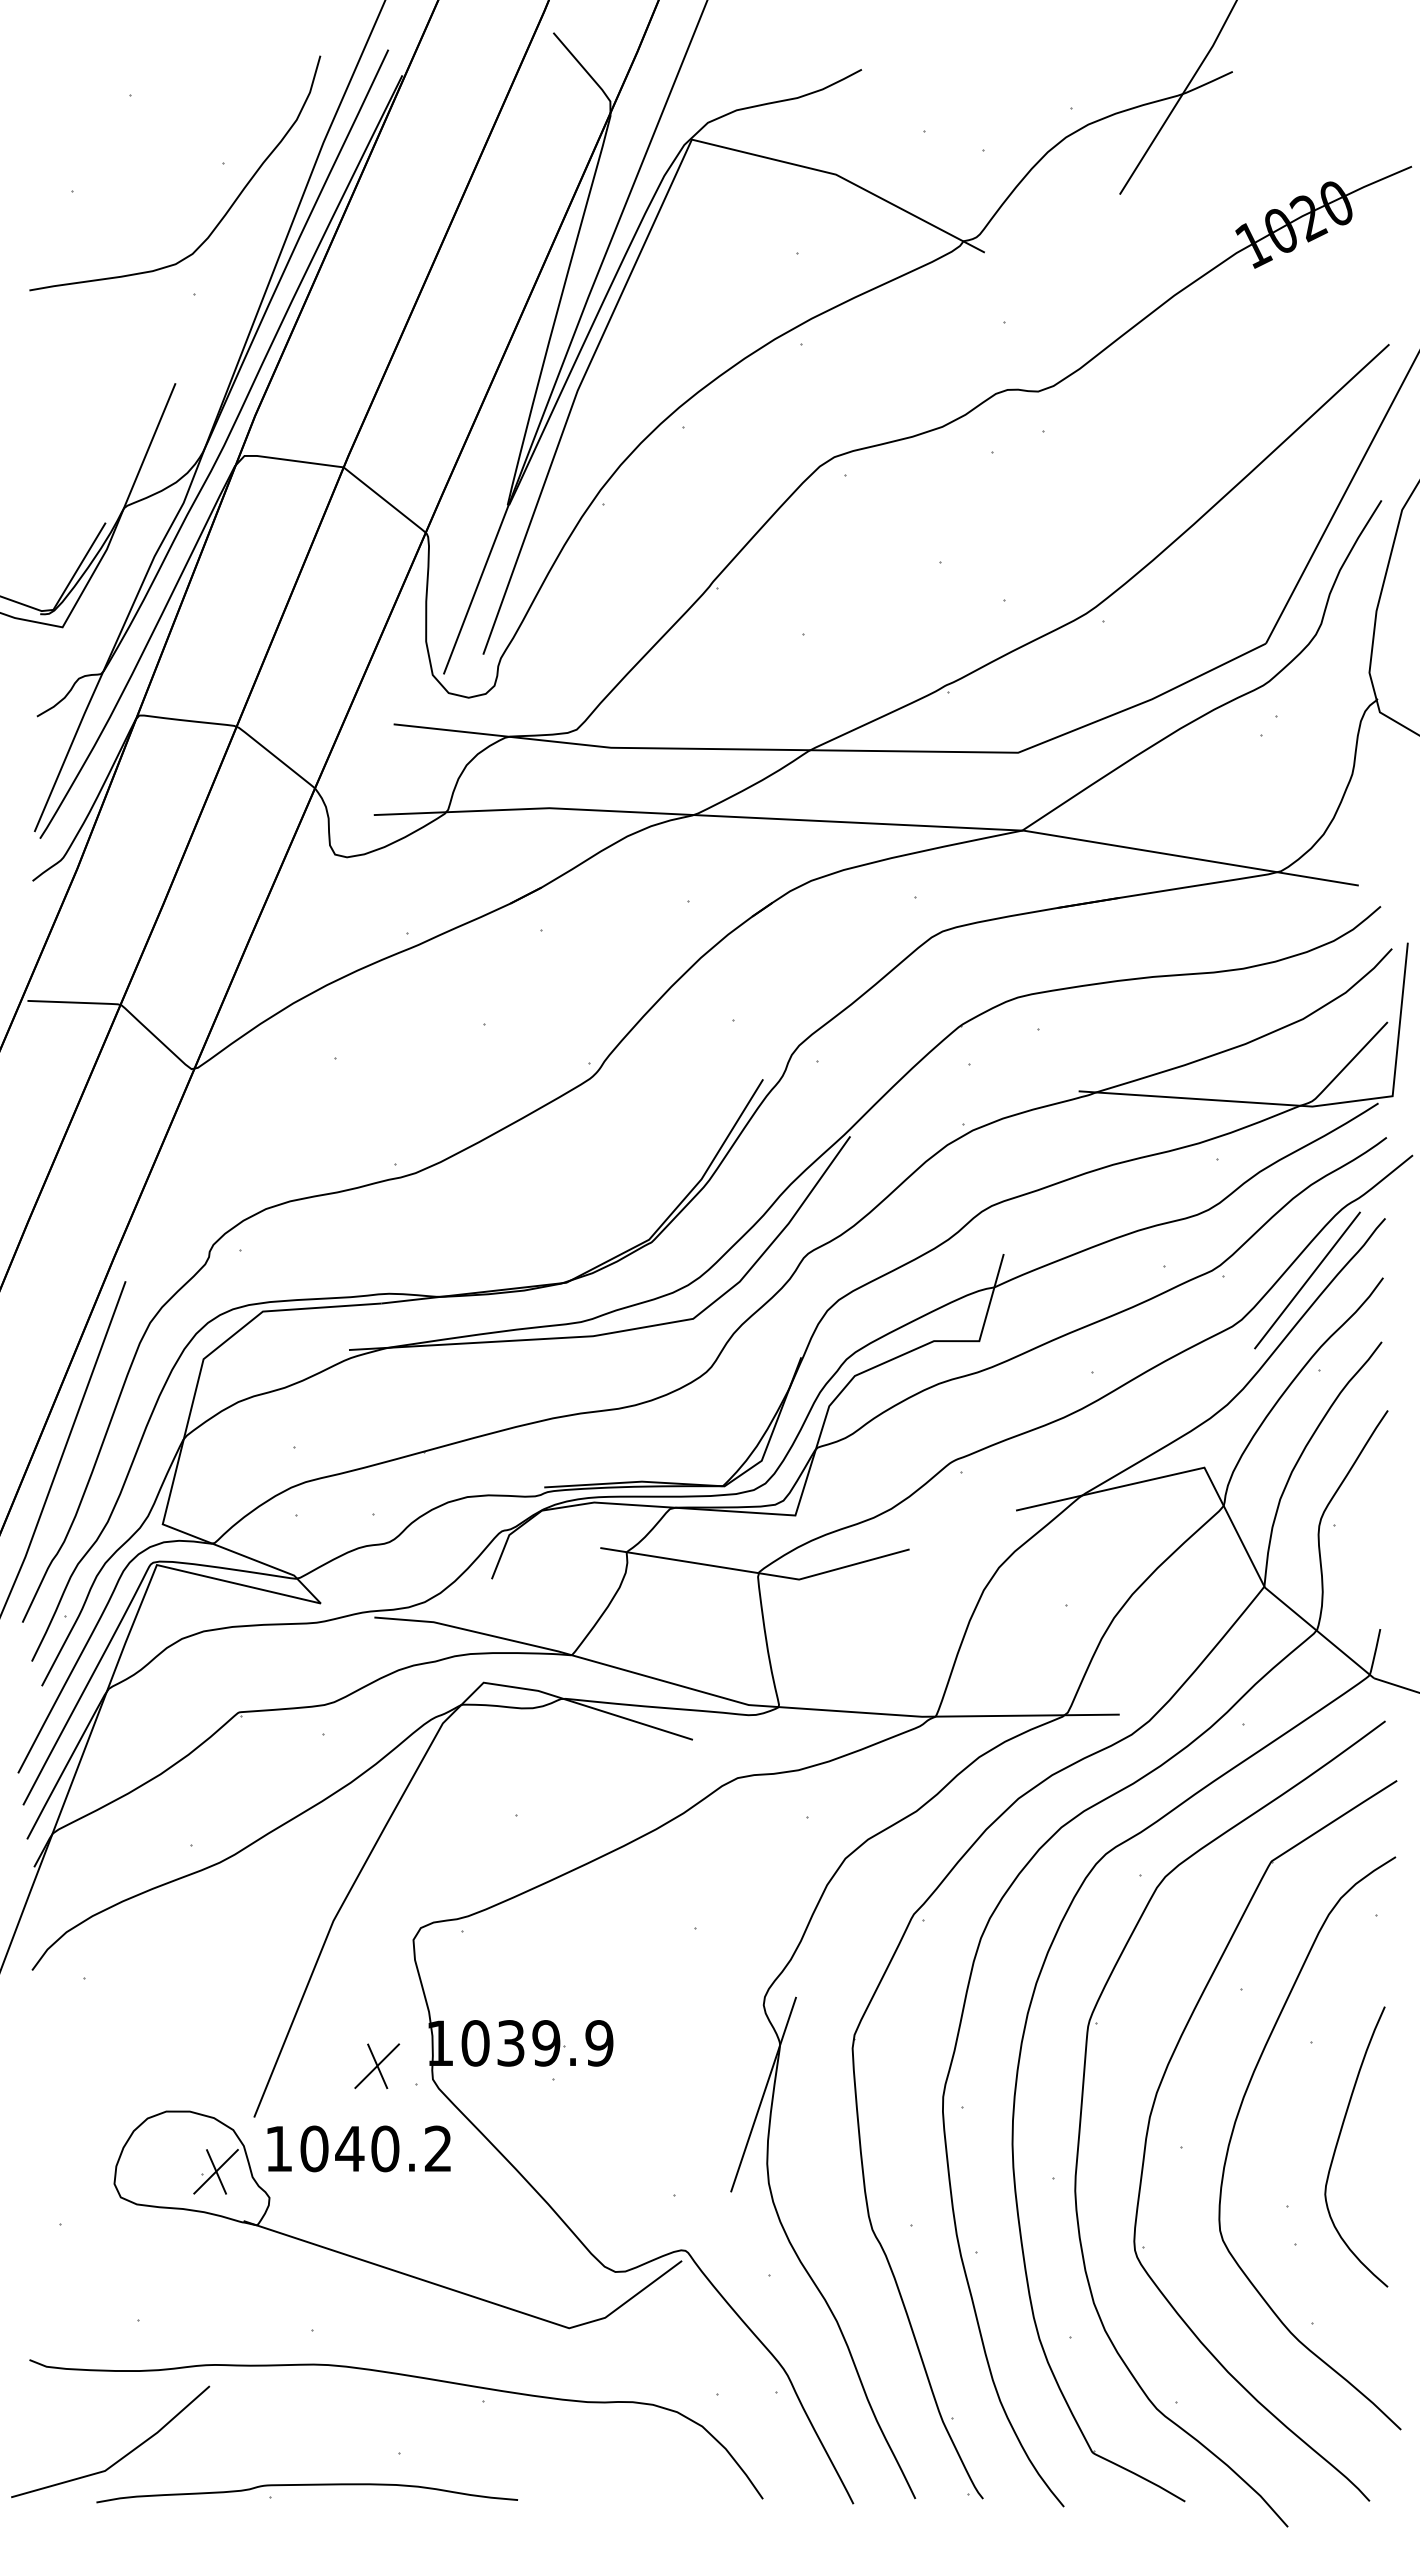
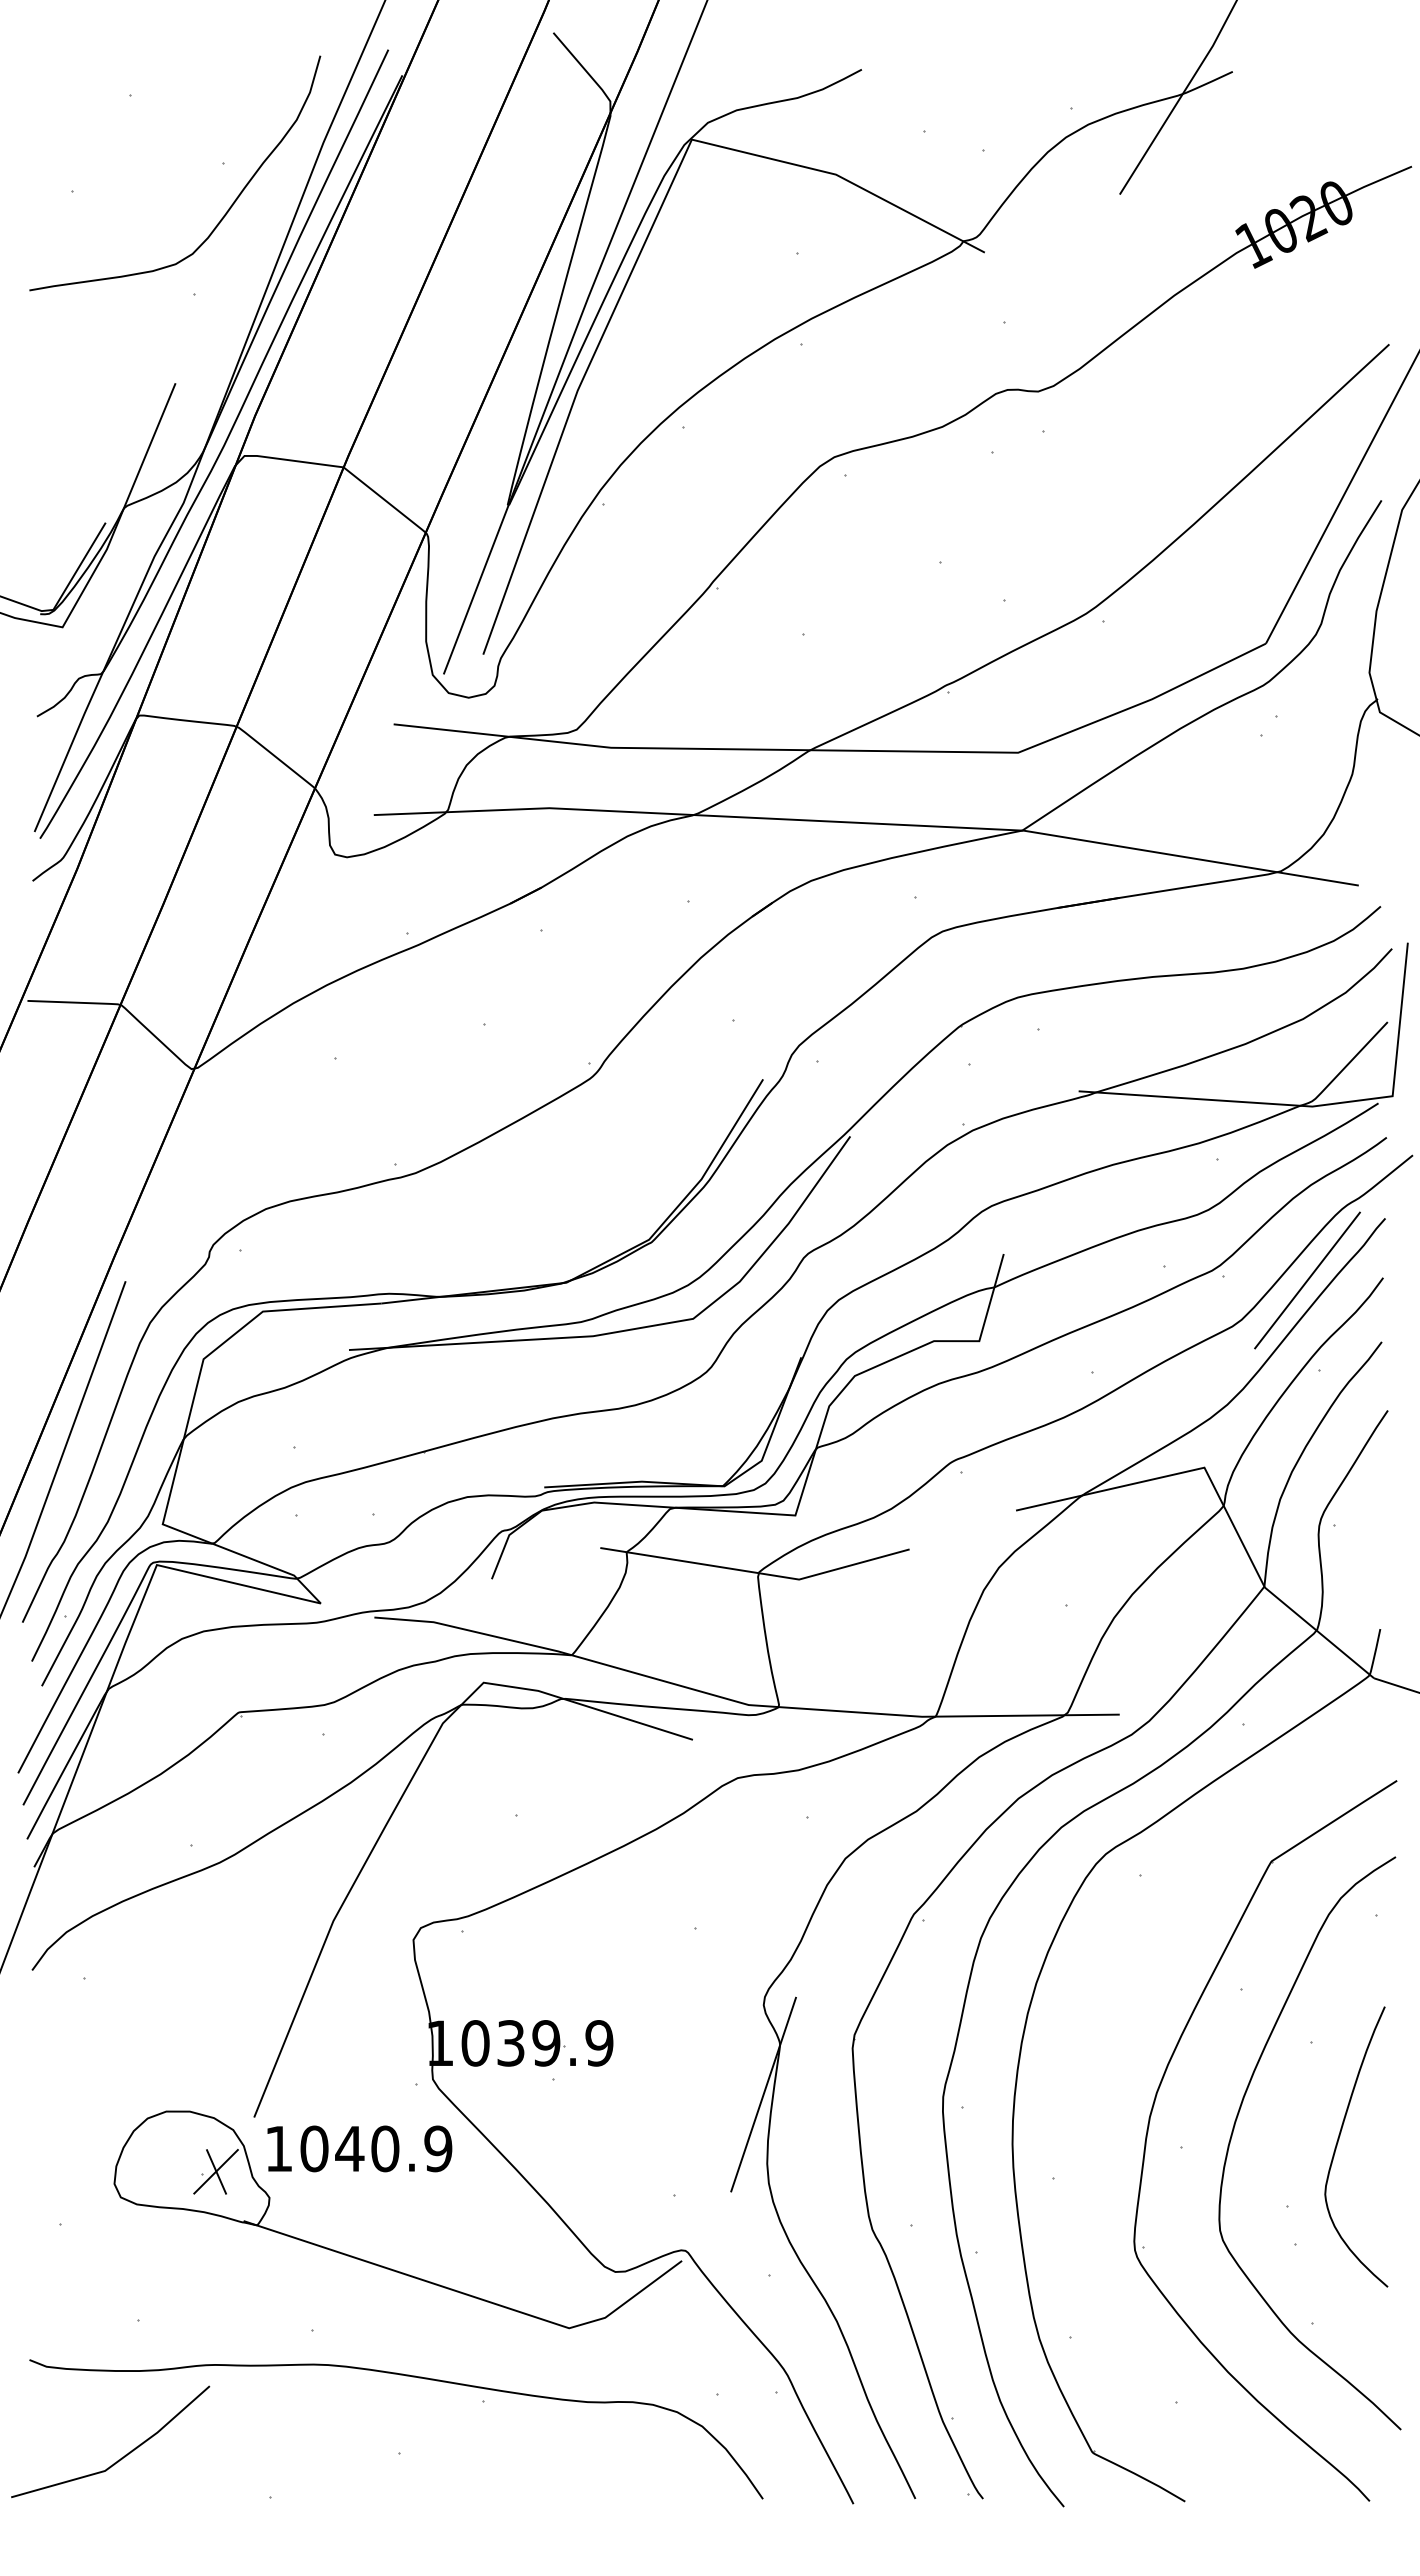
part at (377, 2066): present -> none
part at (1082, 2110): present -> none
text at (438, 2148): 1040.2 -> 1040.9
curve at (306, 2485): present -> none
